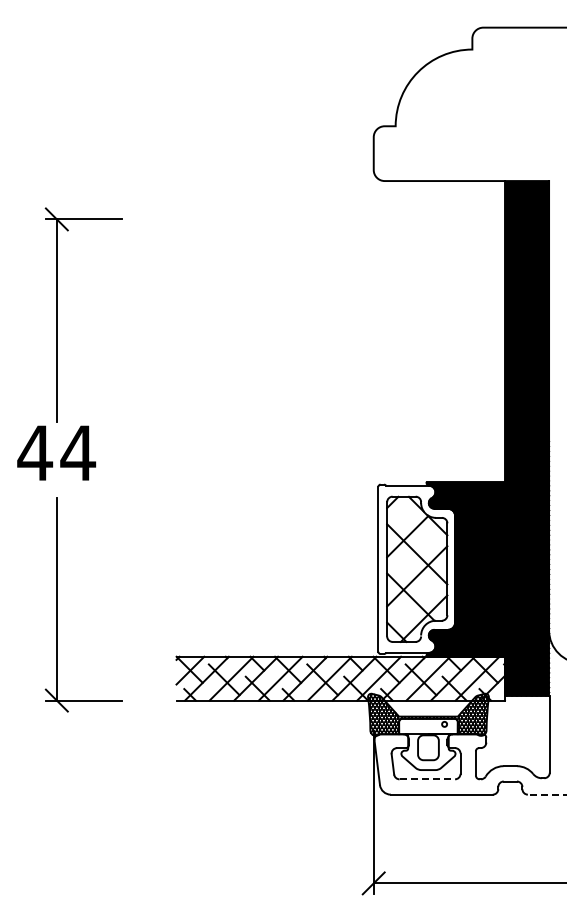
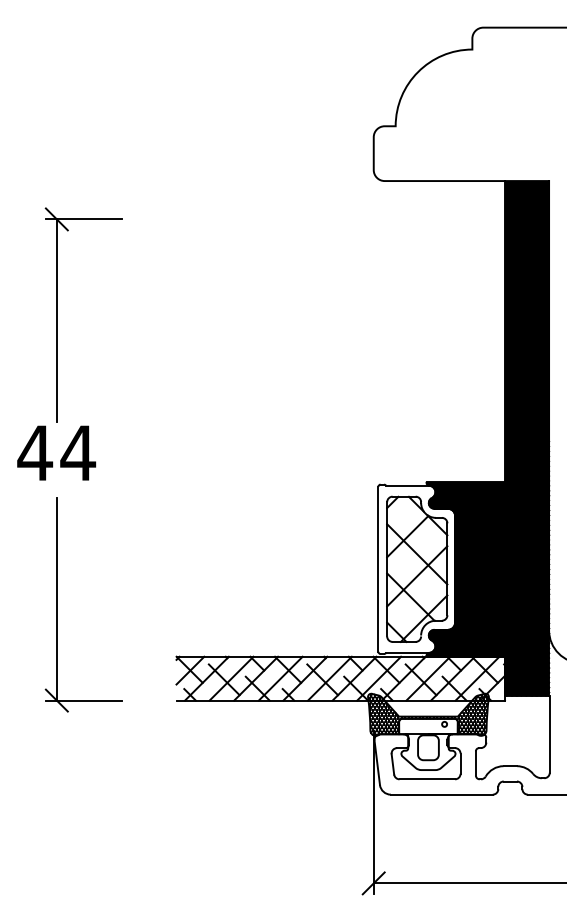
line at (427, 779): dashed -> solid
line at (546, 794): dashed -> solid
